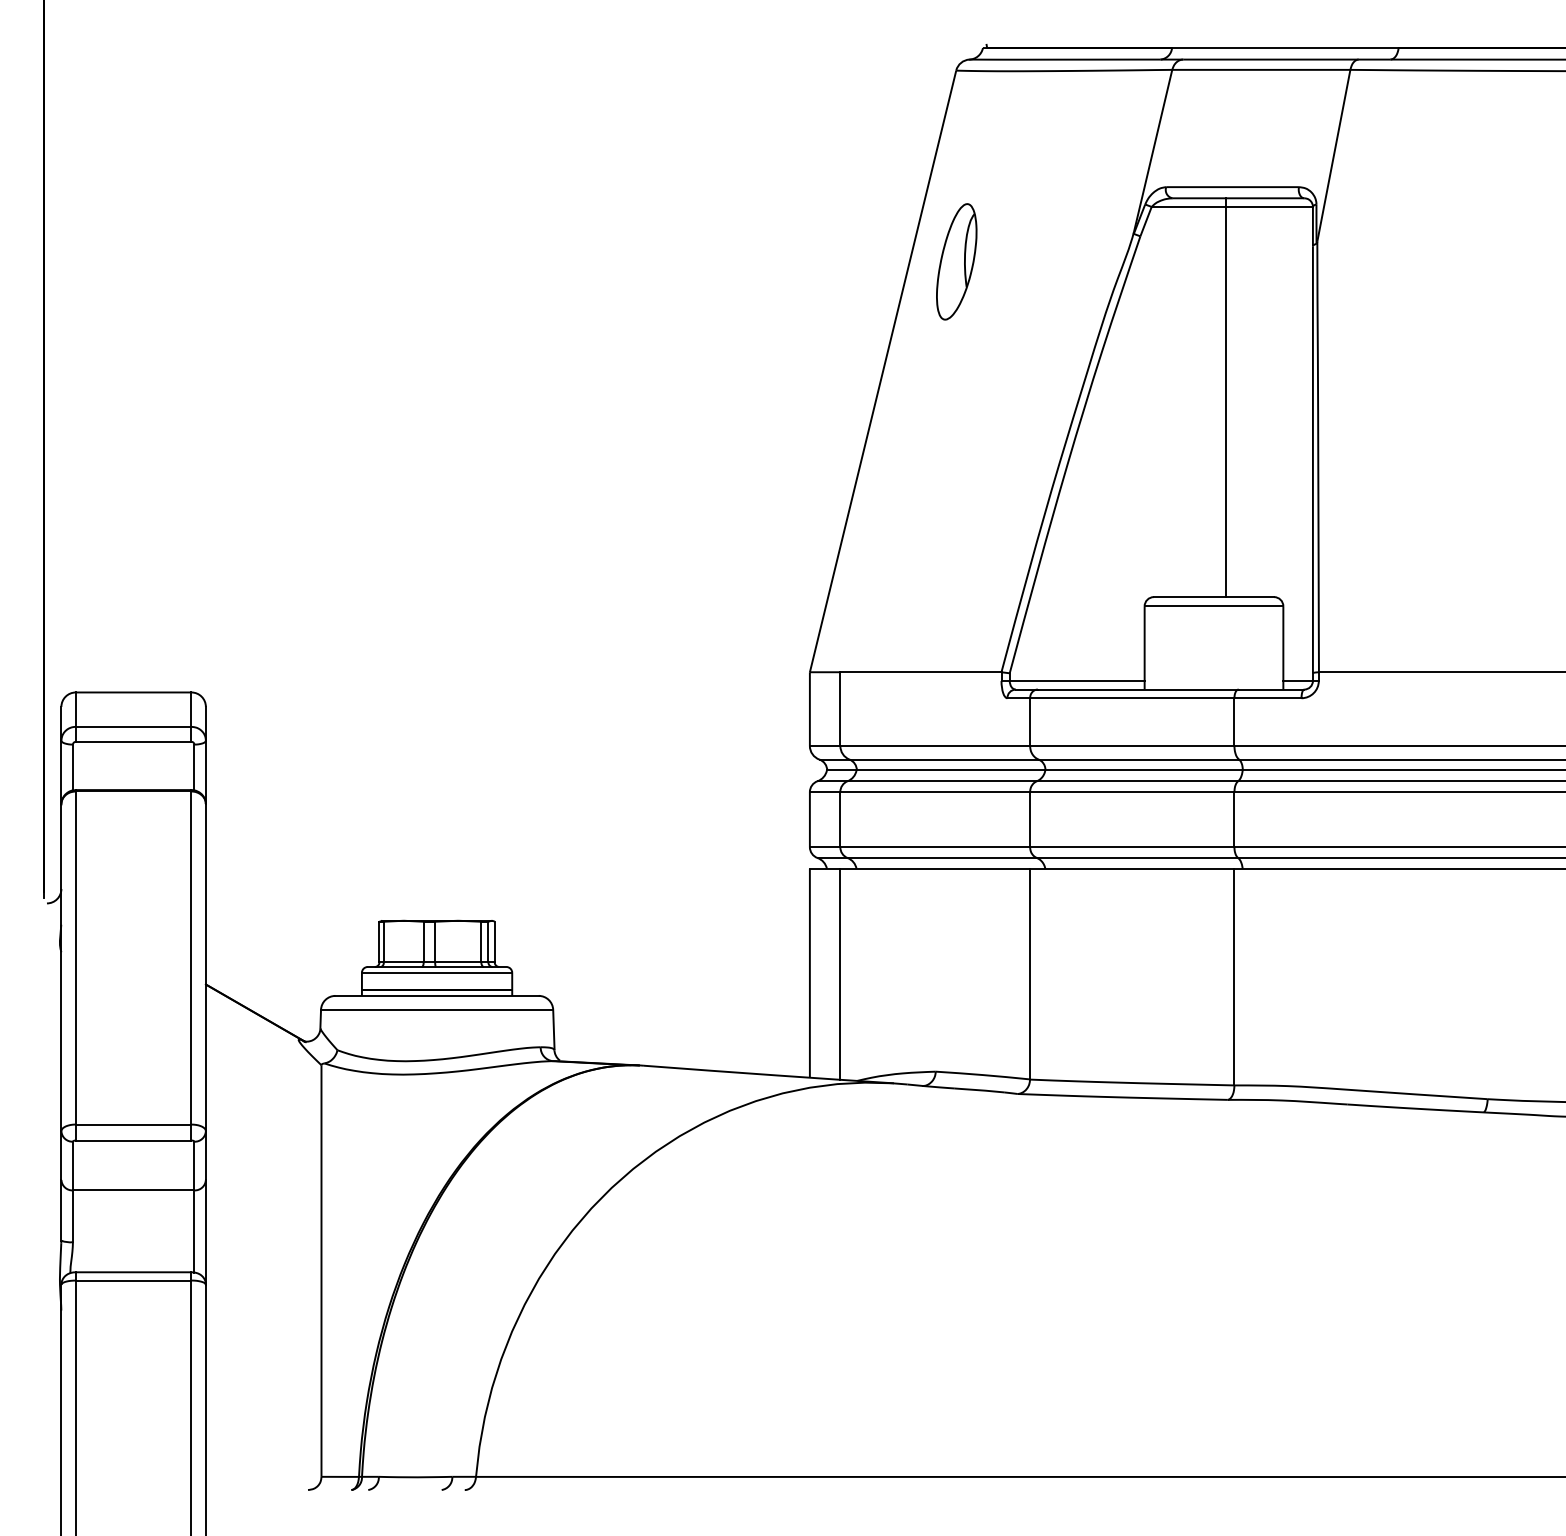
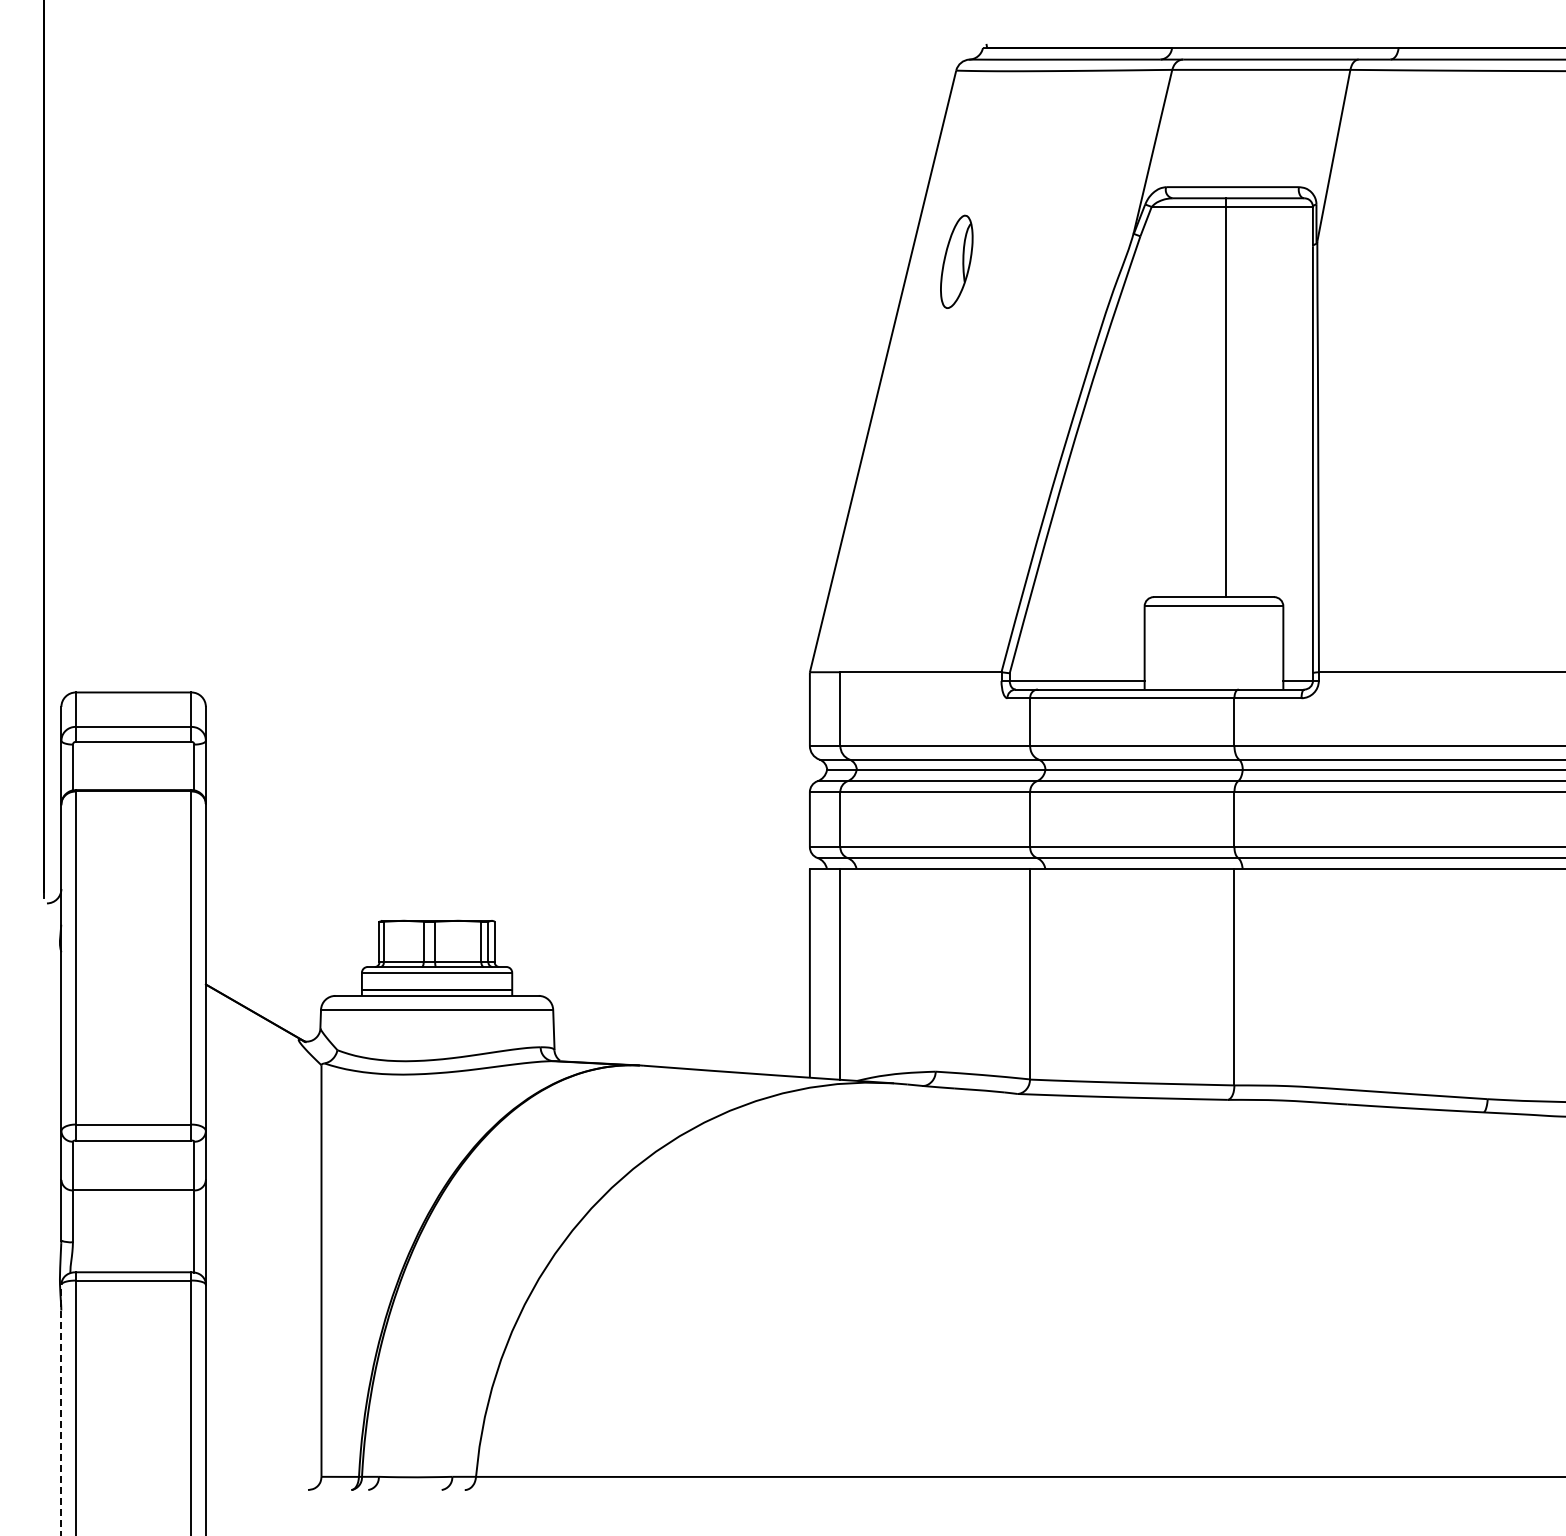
part at (956, 261) size: 42x118 px -> 34x95 px
line at (61, 1409): solid -> dashed
